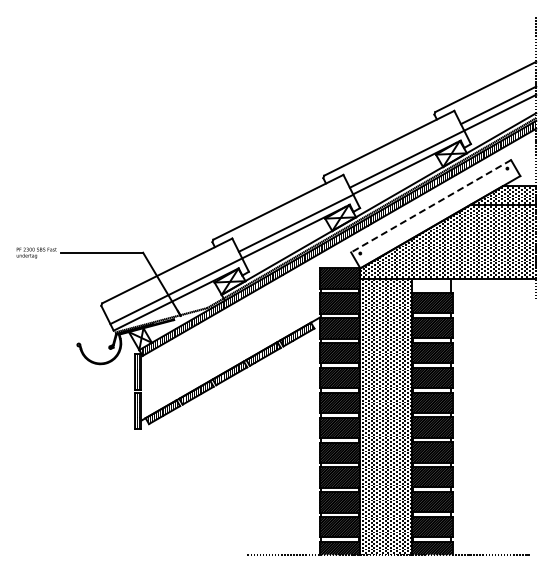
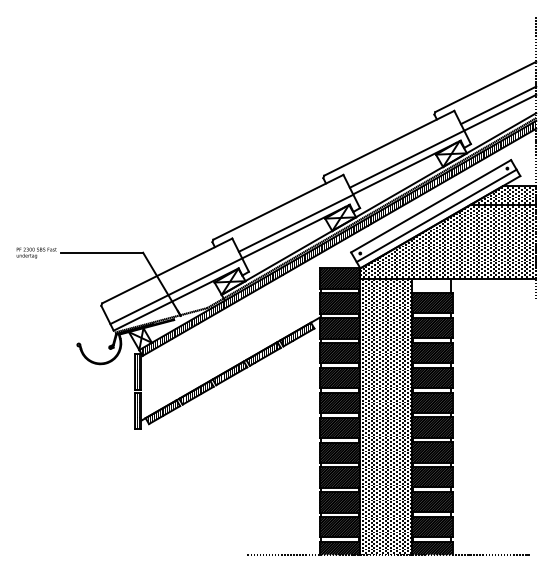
line at (430, 206): dashed -> solid
line at (436, 215): none -> present
